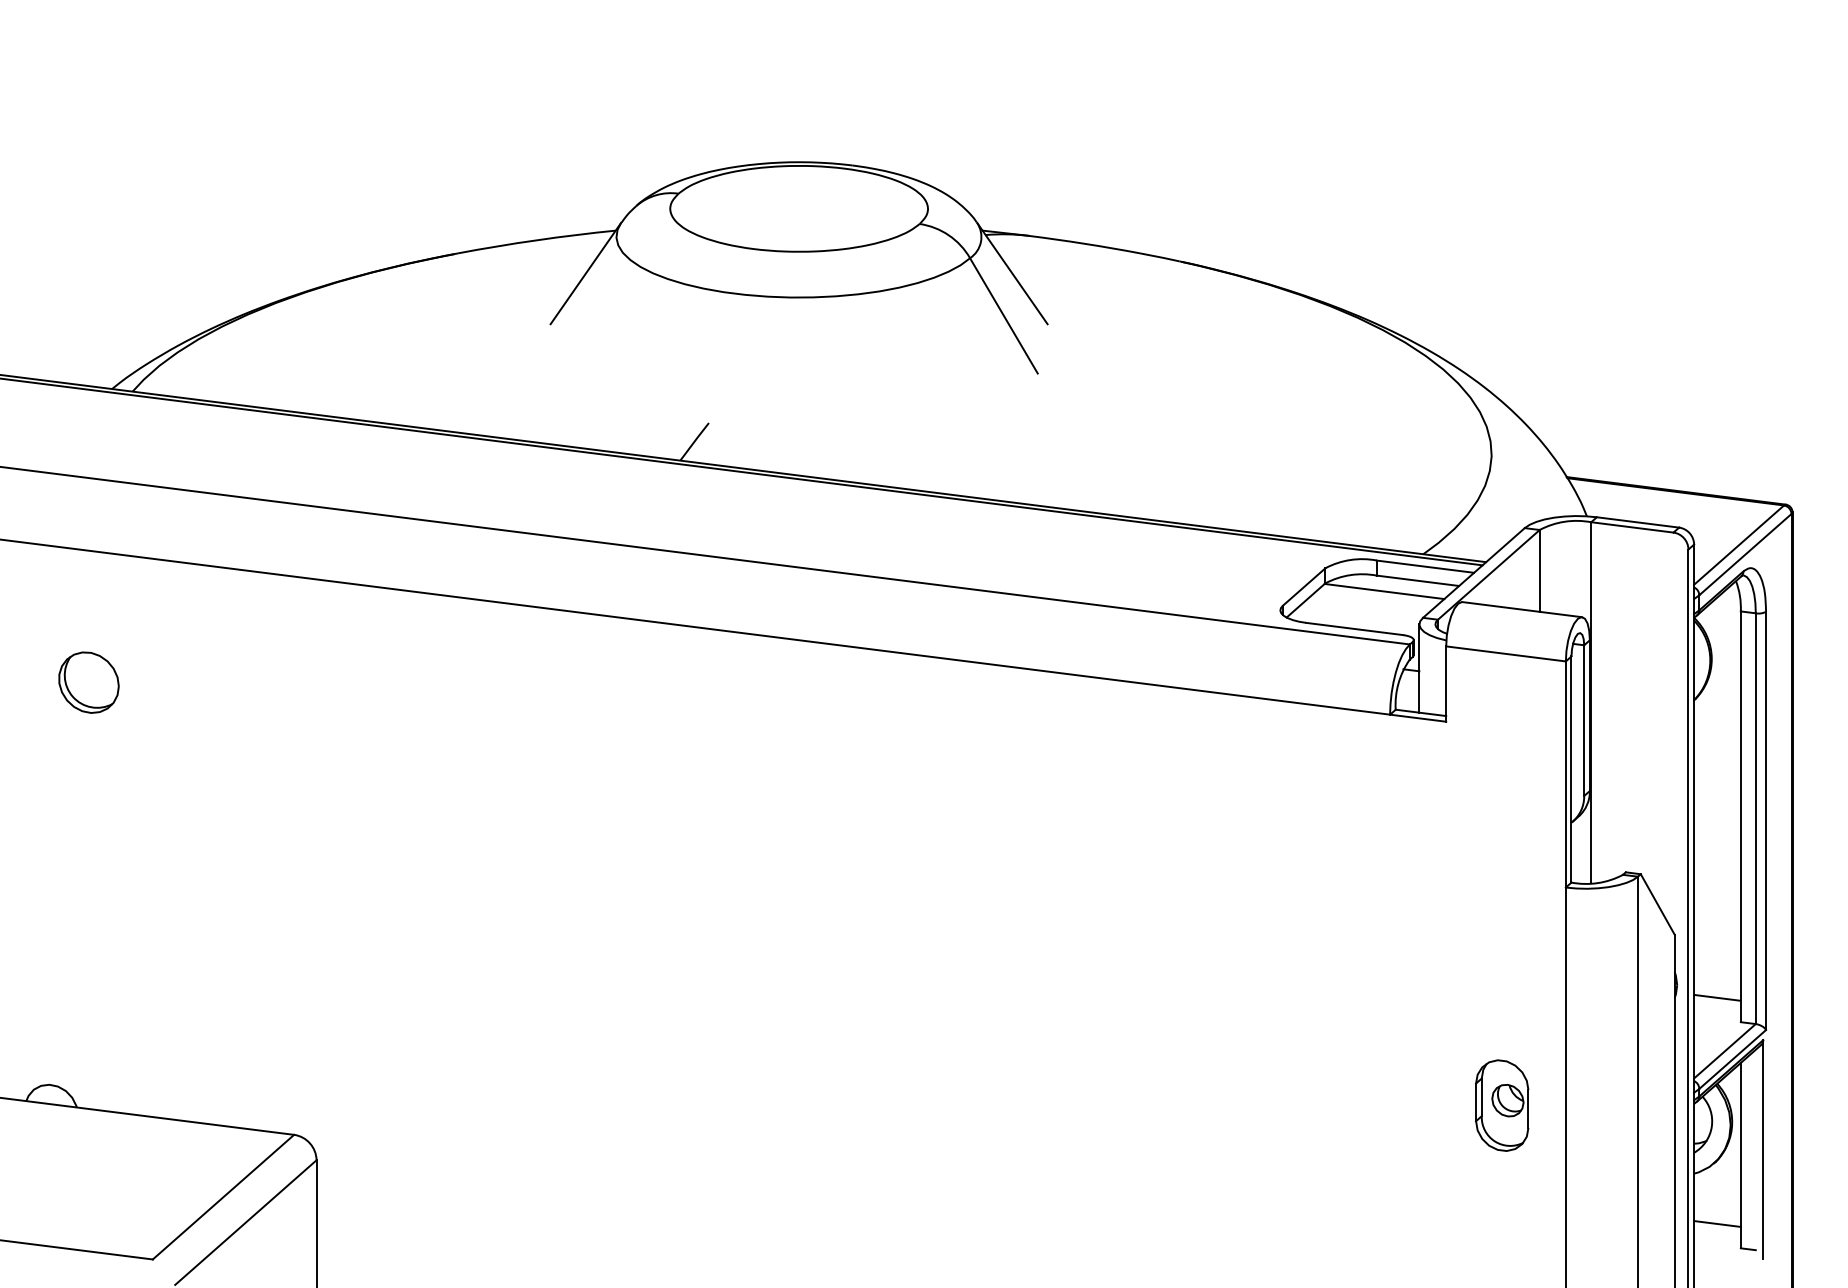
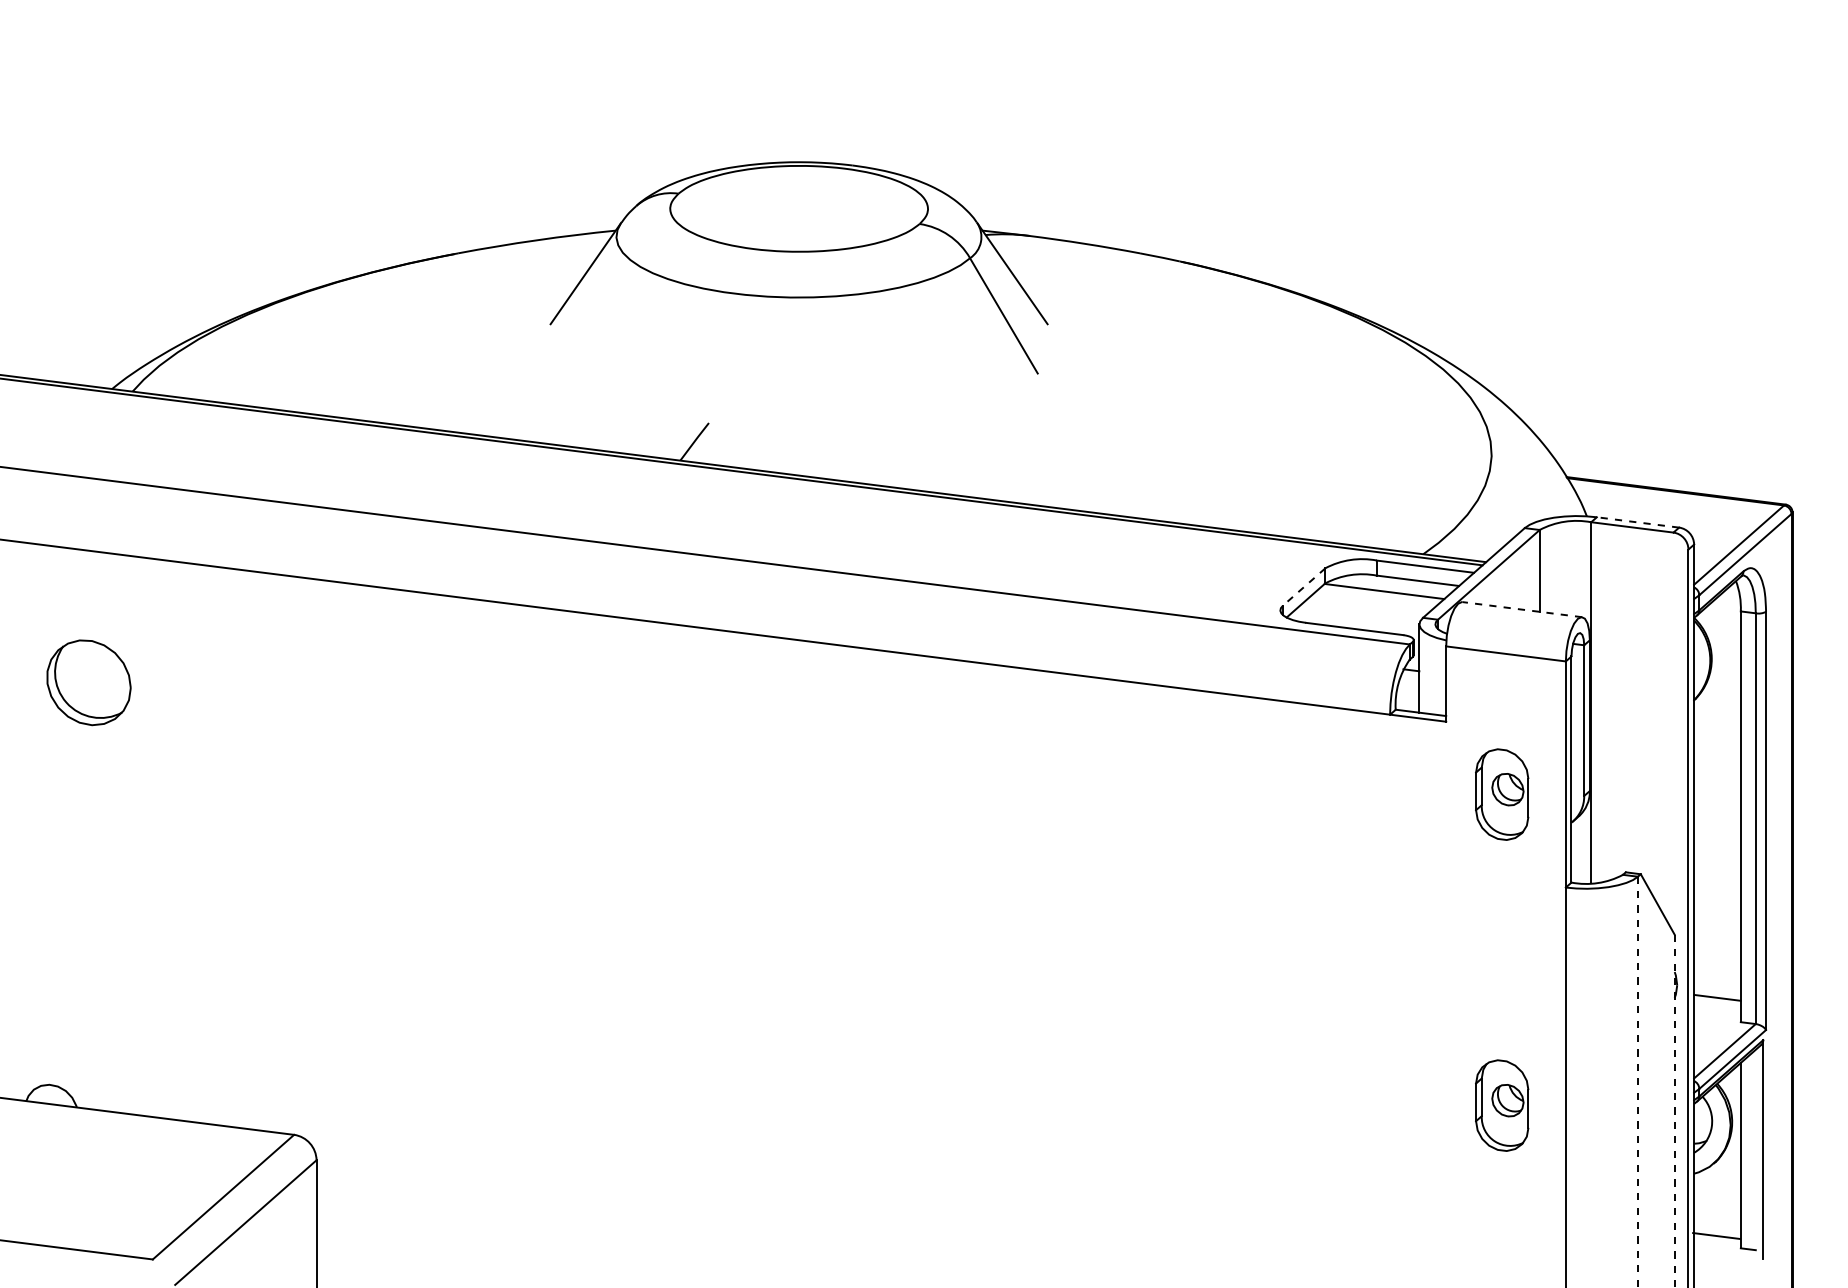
line at (1637, 522): solid -> dashed
line at (1303, 587): solid -> dashed
line at (1521, 609): solid -> dashed
part at (88, 682) size: 62x63 px -> 86x88 px
part at (1502, 794): none -> present
line at (1637, 1082): solid -> dashed
line at (1674, 1111): solid -> dashed
line at (1717, 1223) position: (1717, 1223) -> (1716, 1235)
